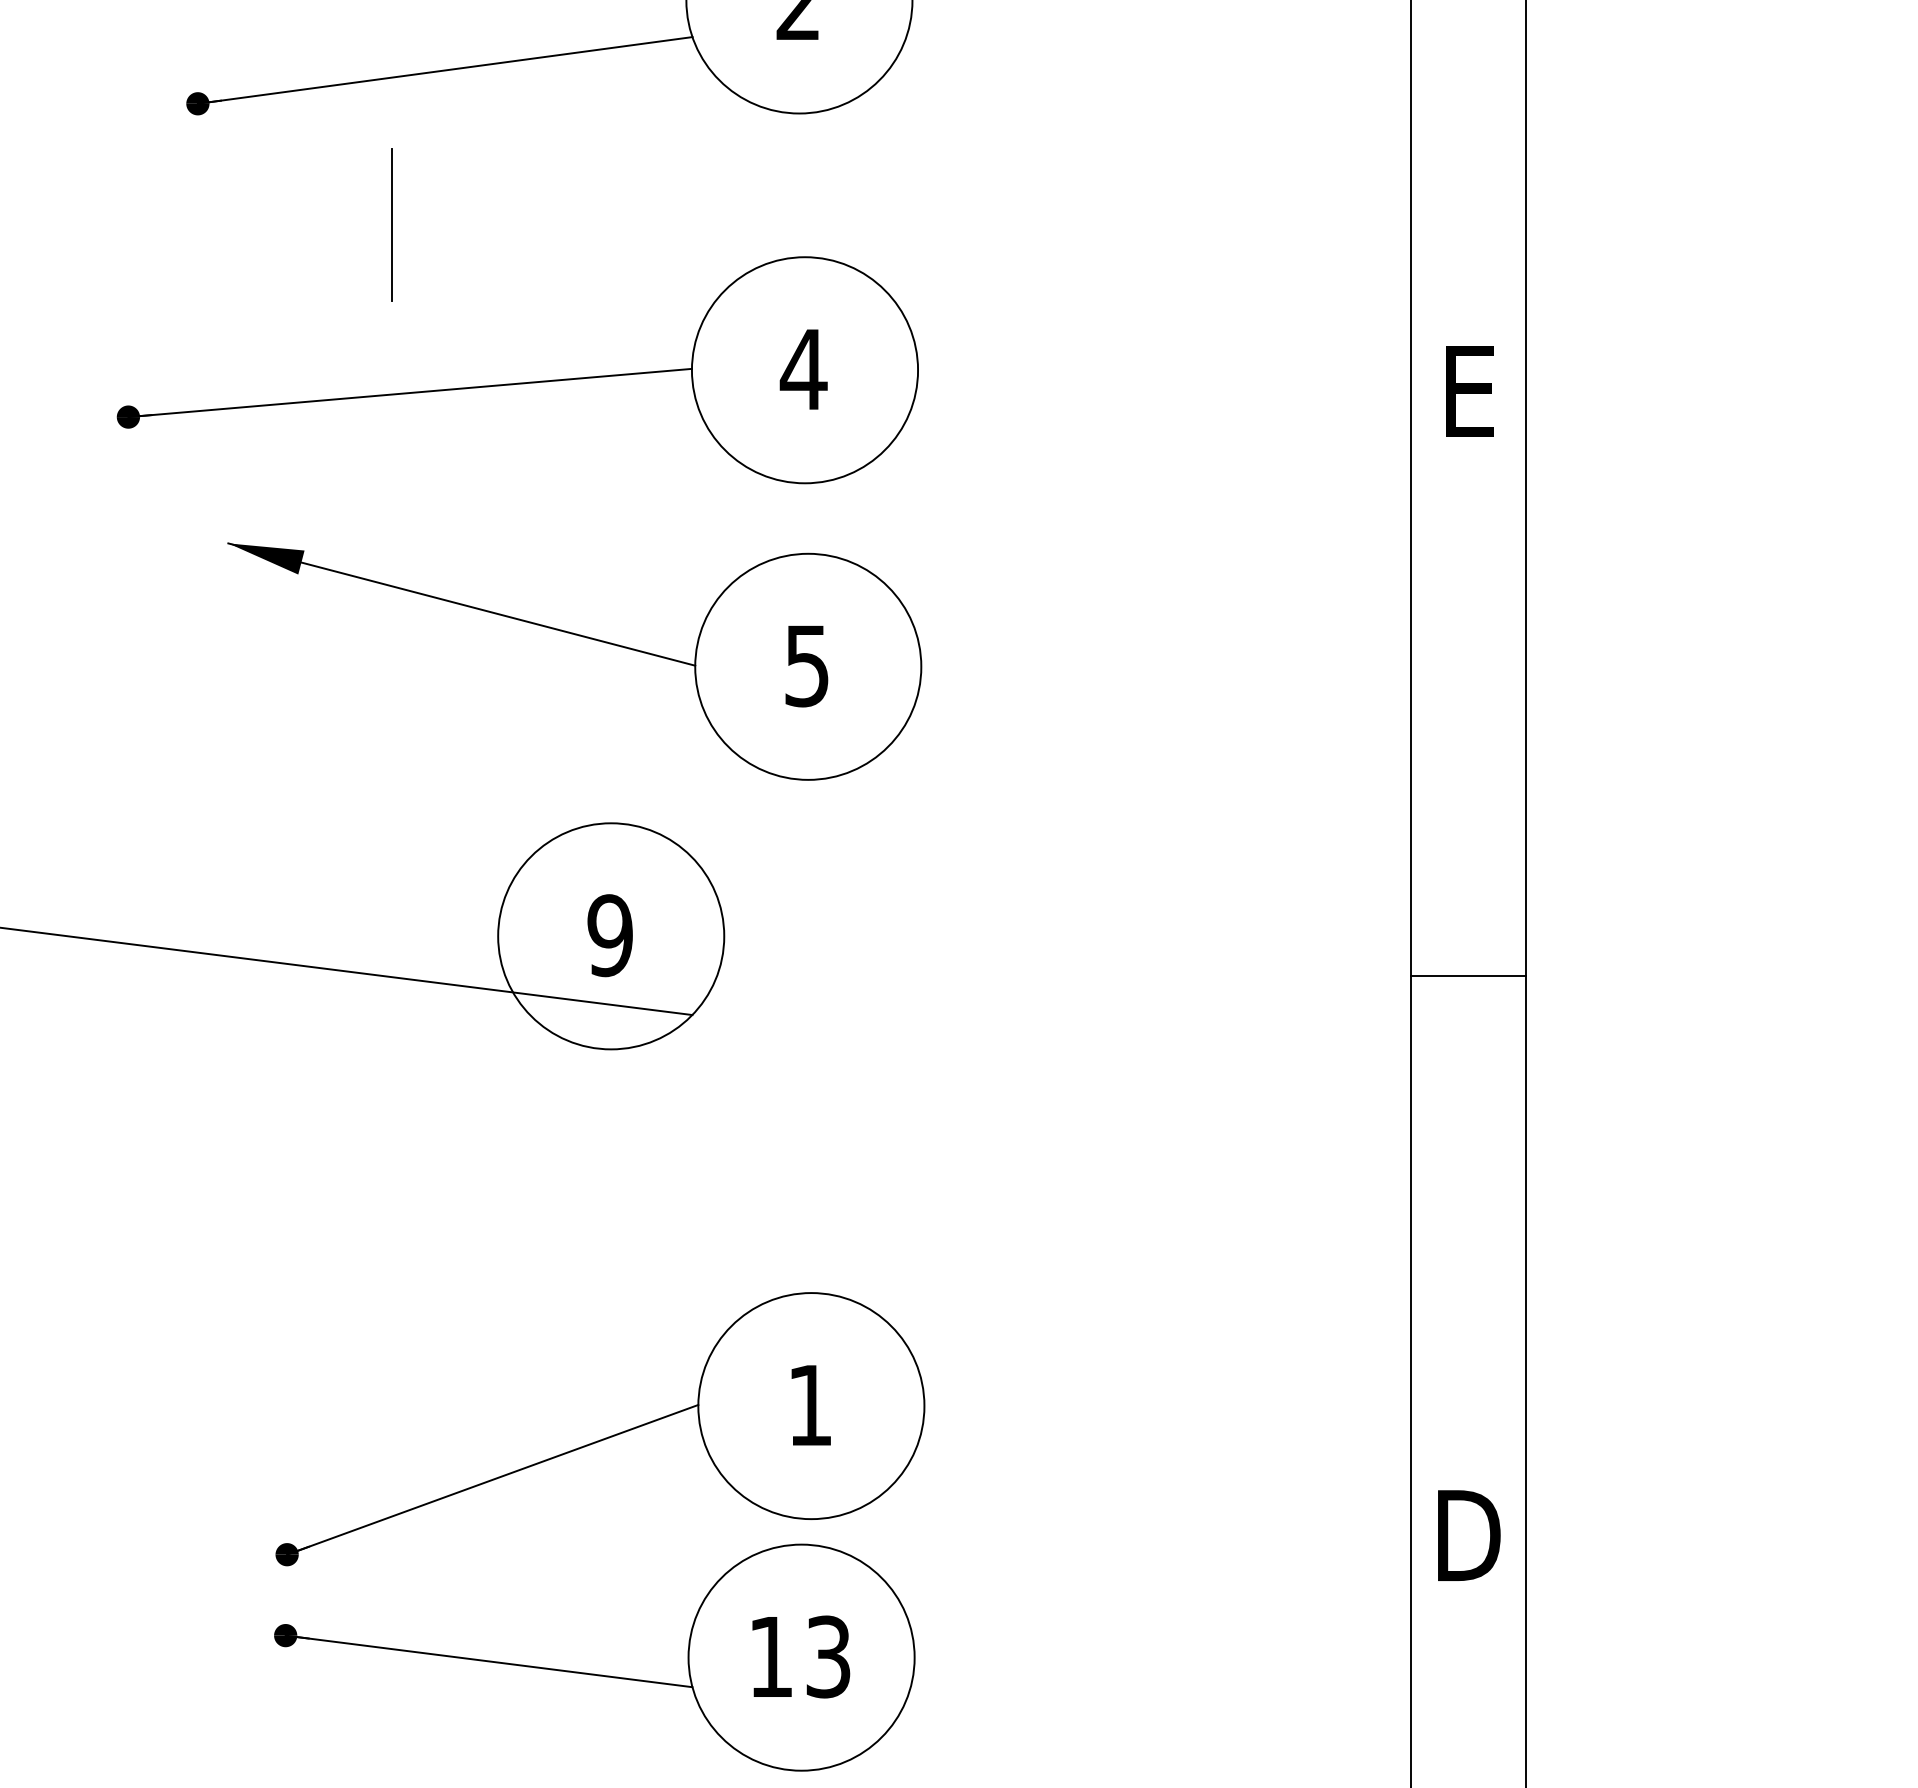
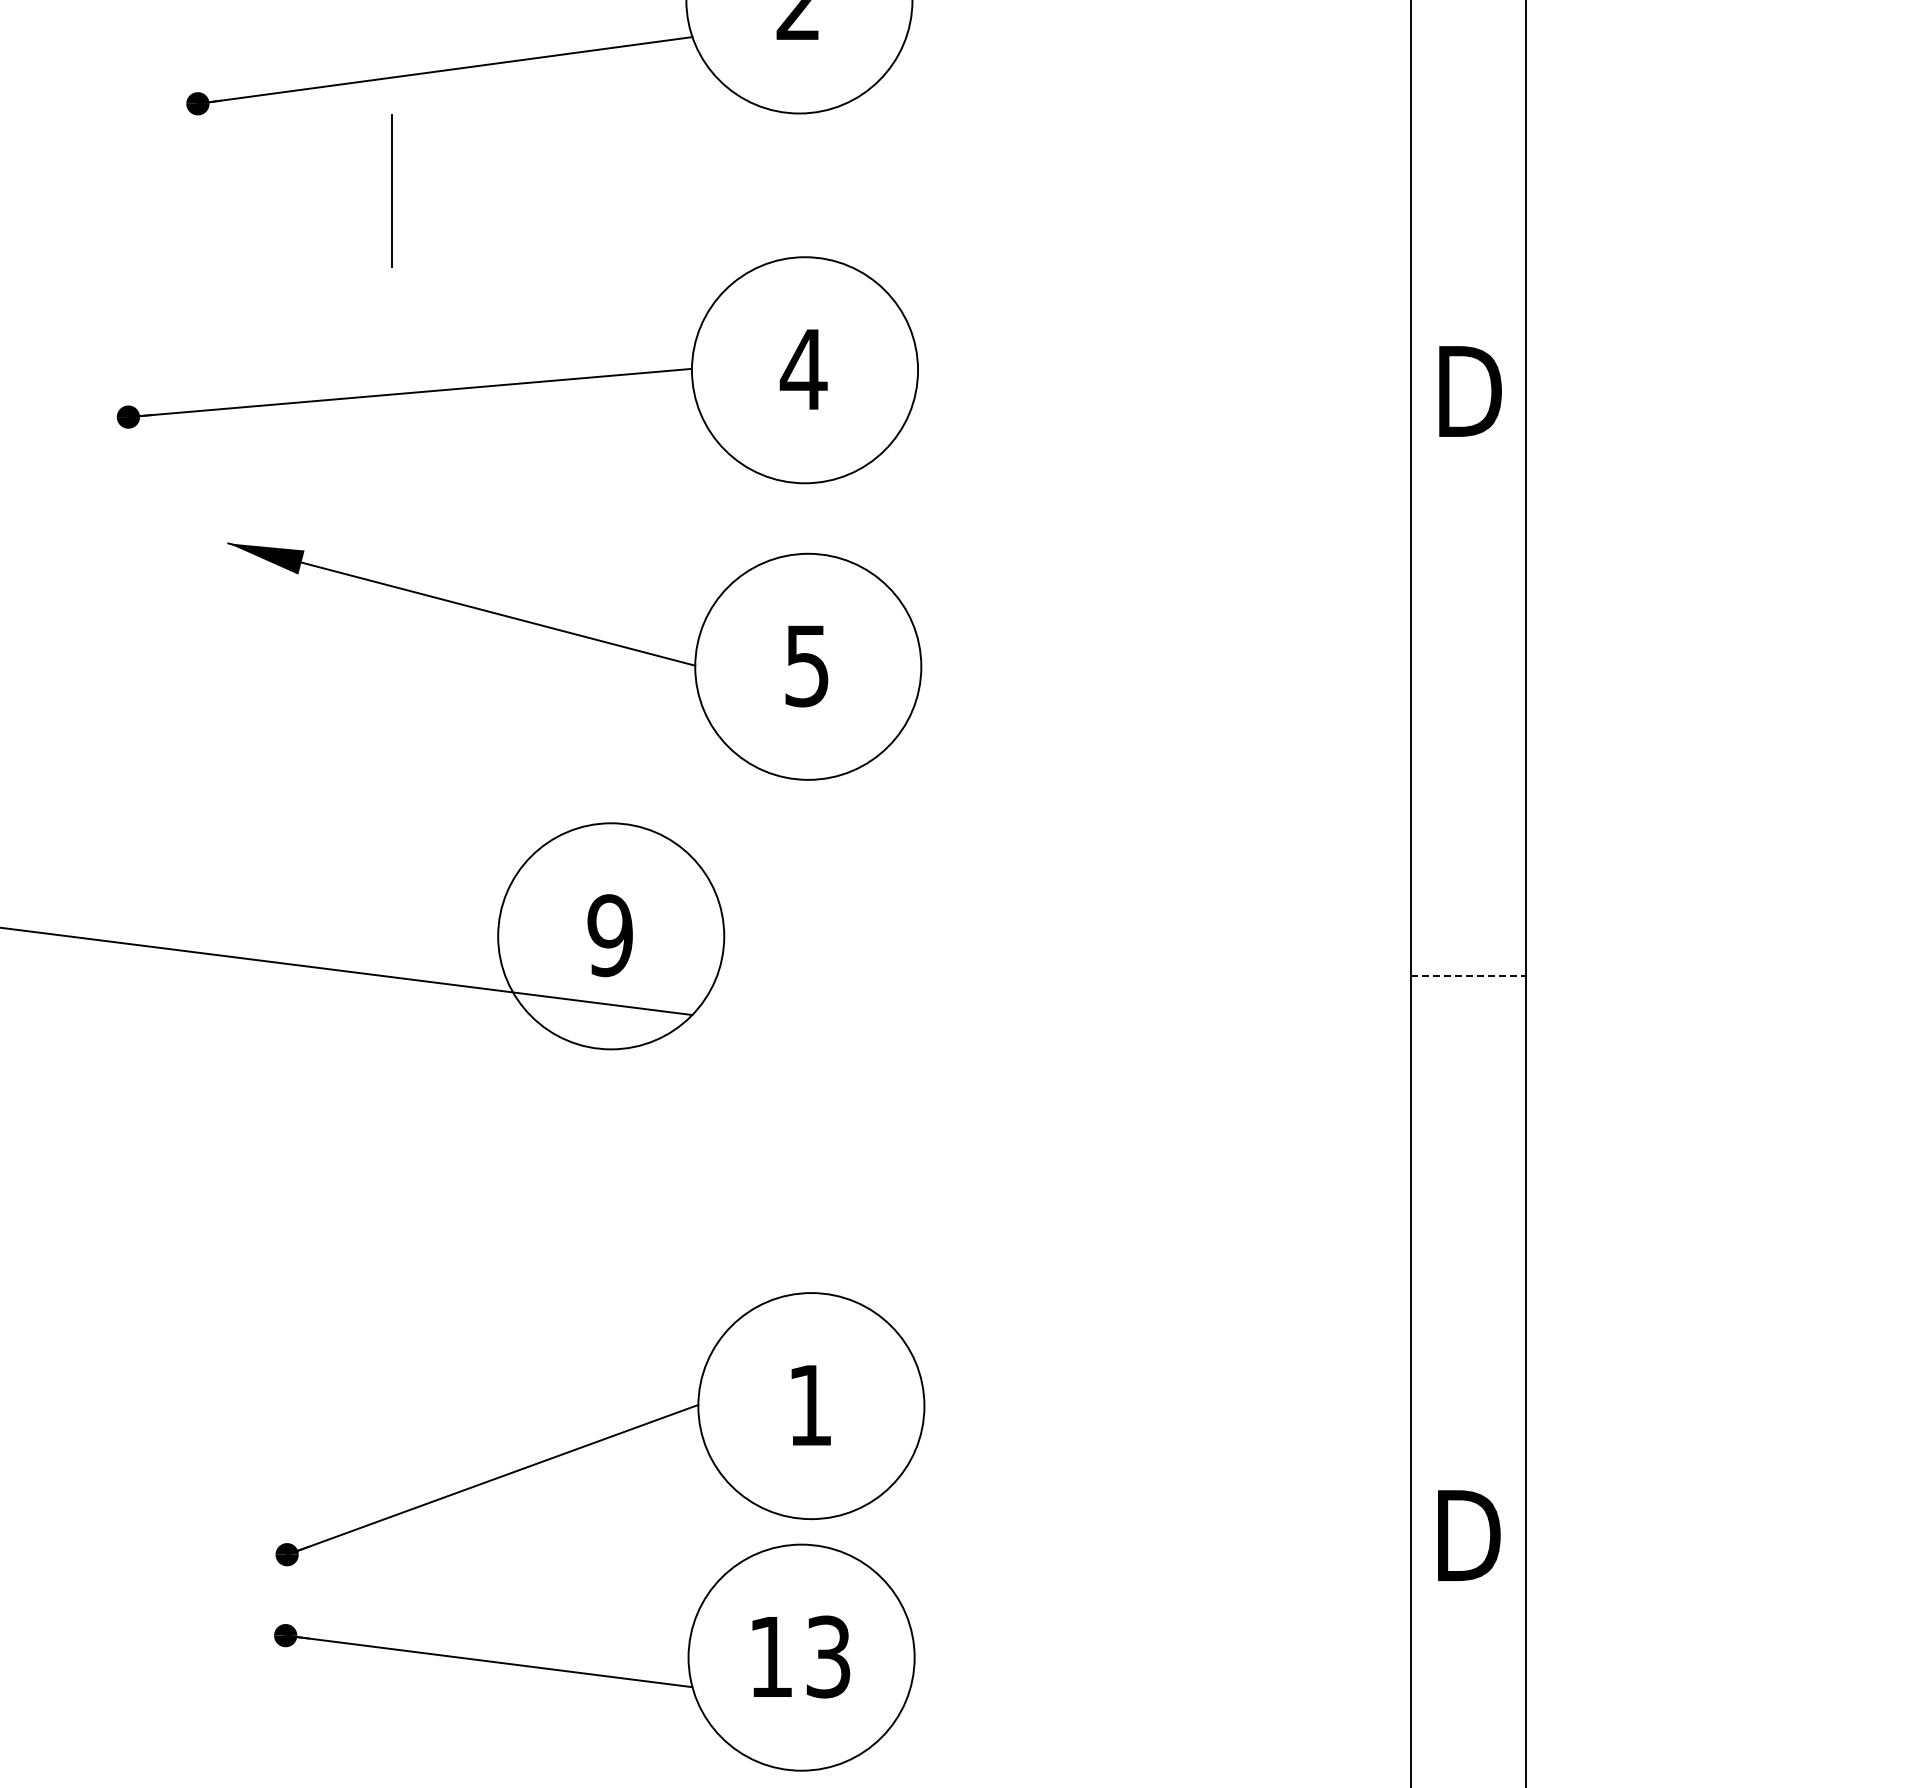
line at (391, 224) position: (391, 224) -> (391, 190)
text at (1470, 391): E -> D
line at (1468, 975): solid -> dashed
